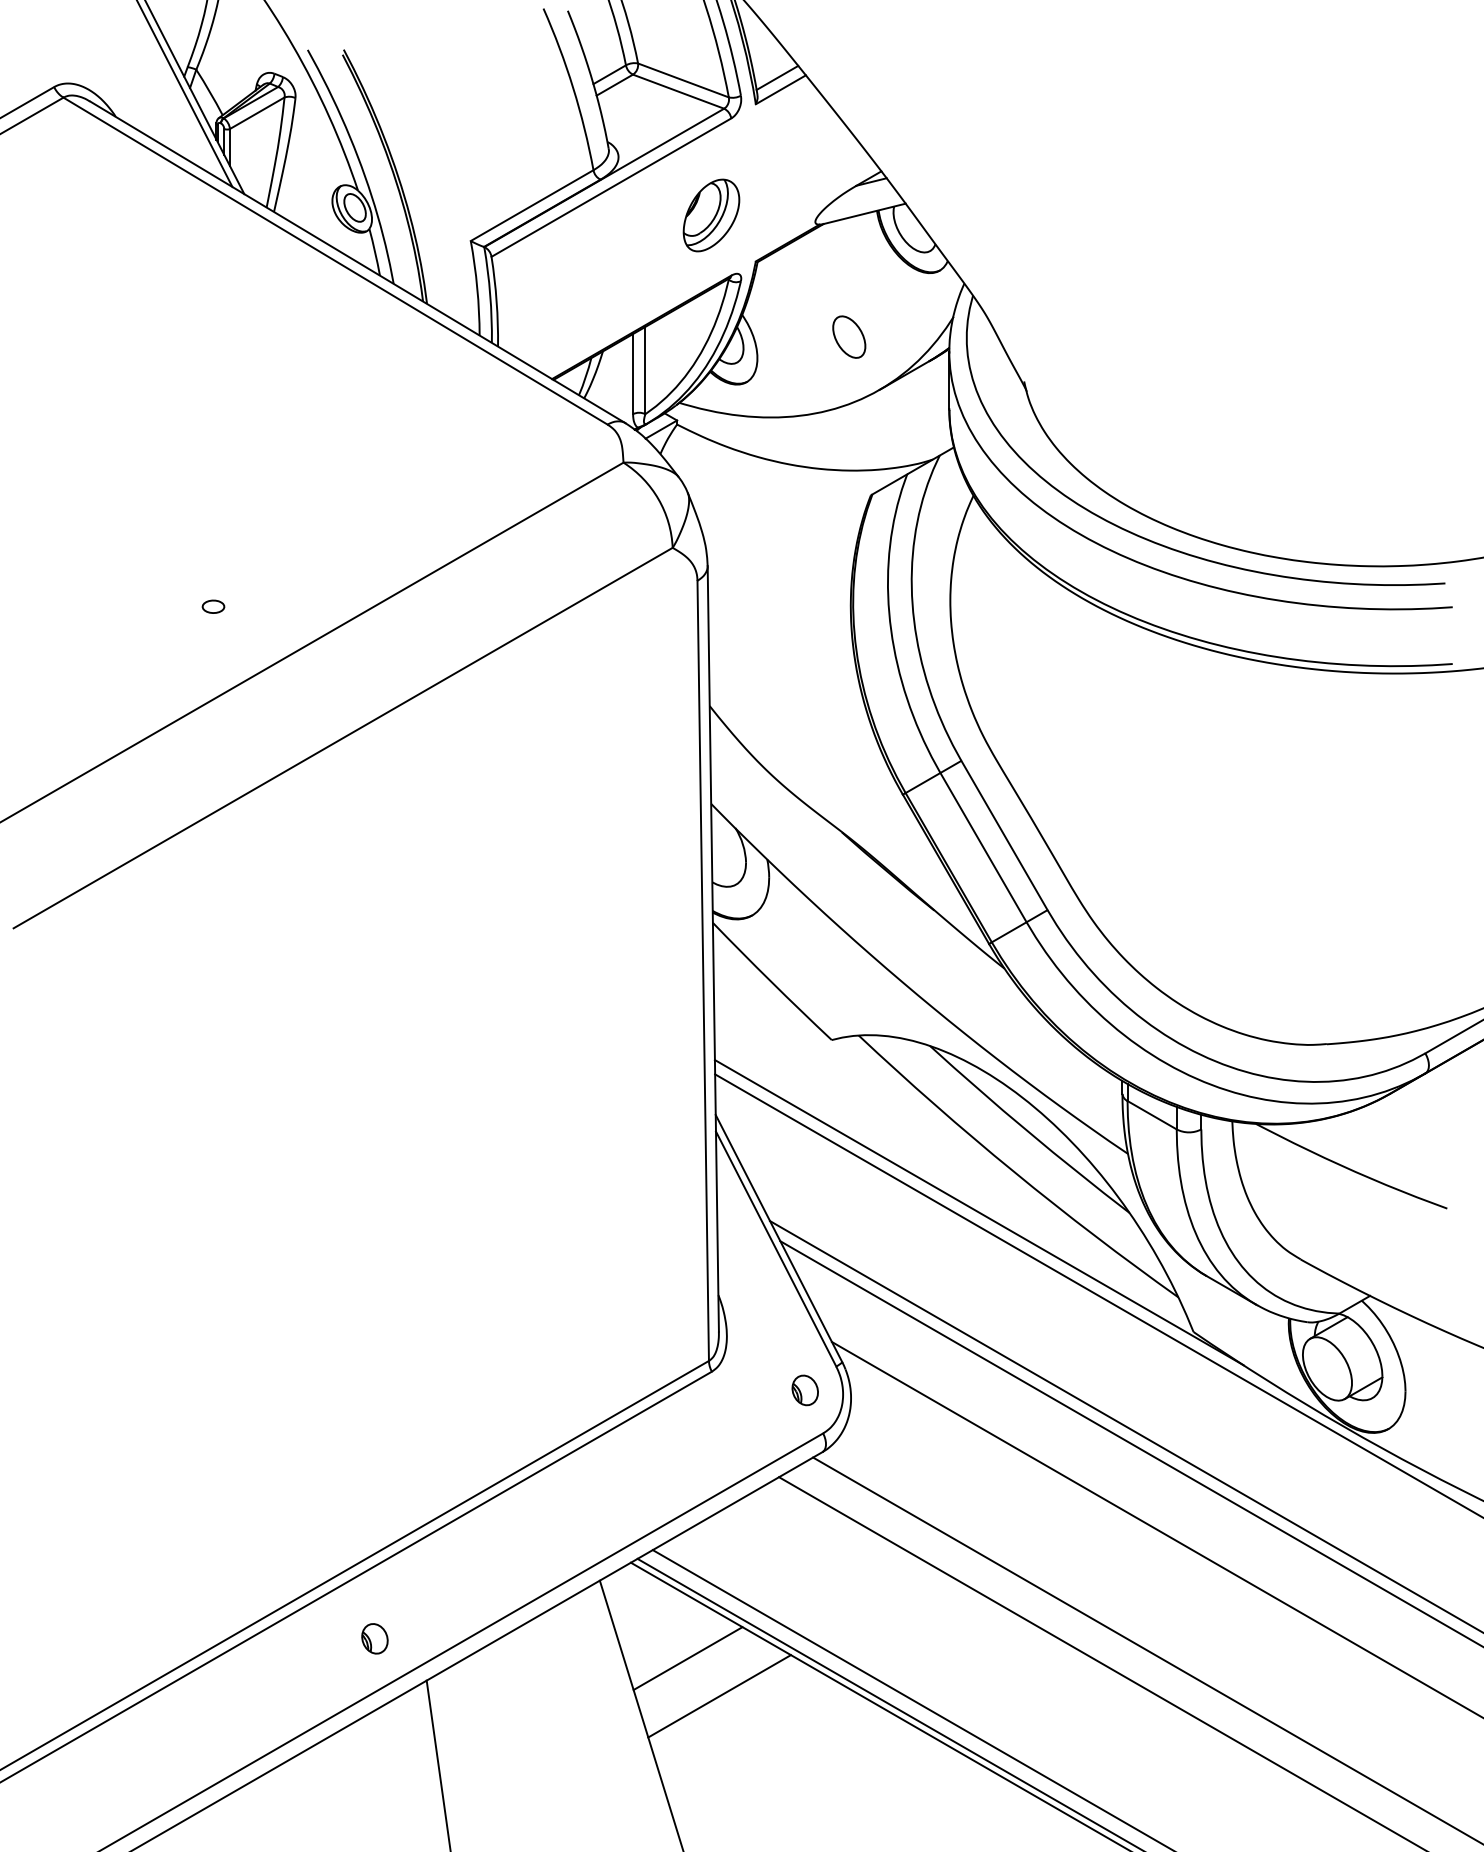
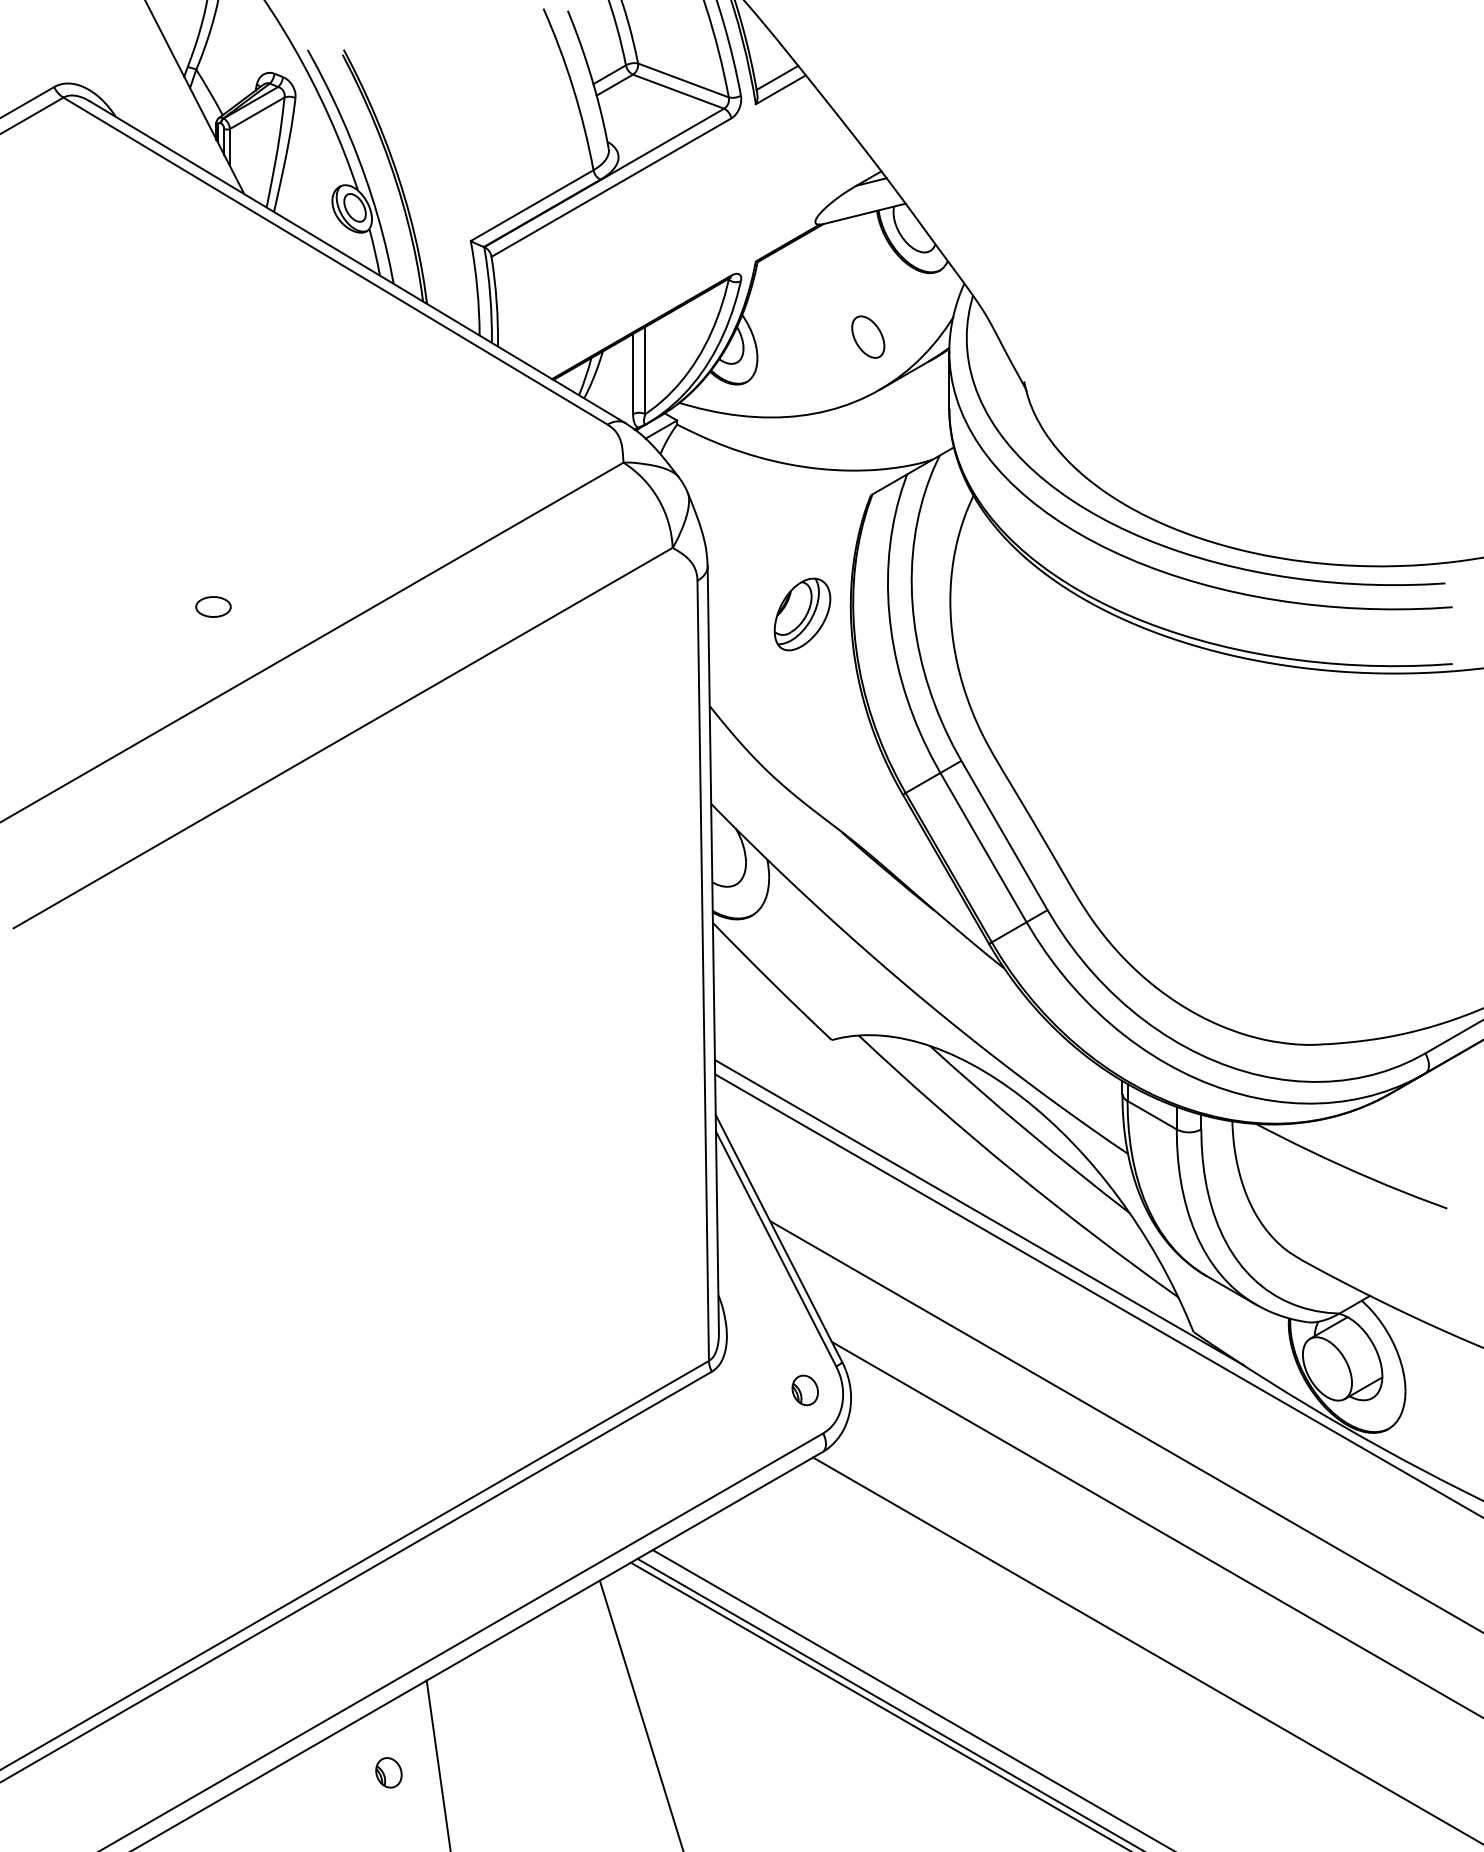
line at (184, 94): present -> none
part at (711, 215) position: (711, 215) -> (802, 614)
part at (849, 336) position: (849, 336) -> (868, 336)
part at (213, 606) size: 25x15 px -> 37x22 px
line at (1130, 1443): present -> none
part at (374, 1638) position: (374, 1638) -> (388, 1772)
line at (687, 1658): present -> none
line at (1100, 1662): present -> none
line at (719, 1696): present -> none
